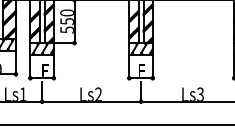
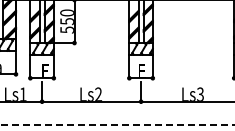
line at (118, 125): solid -> dashed
